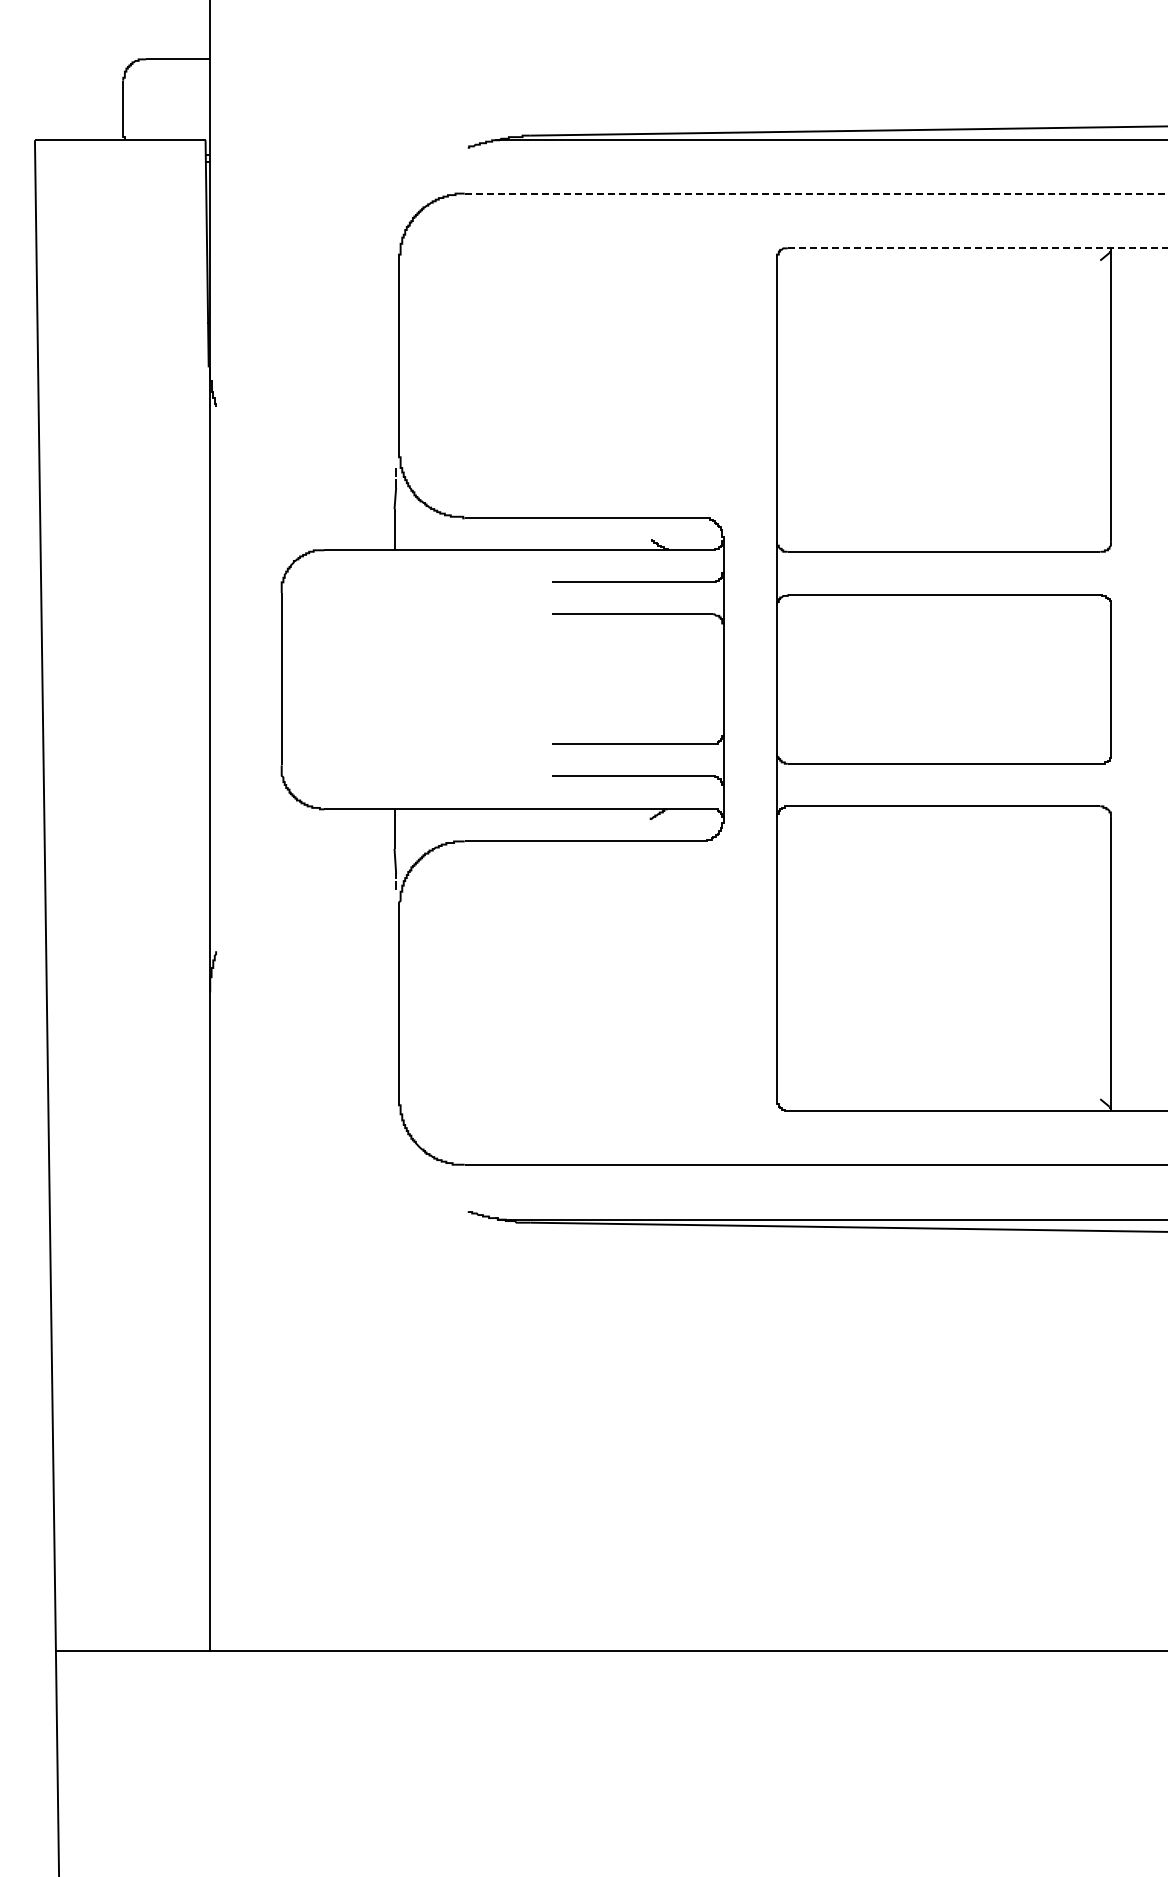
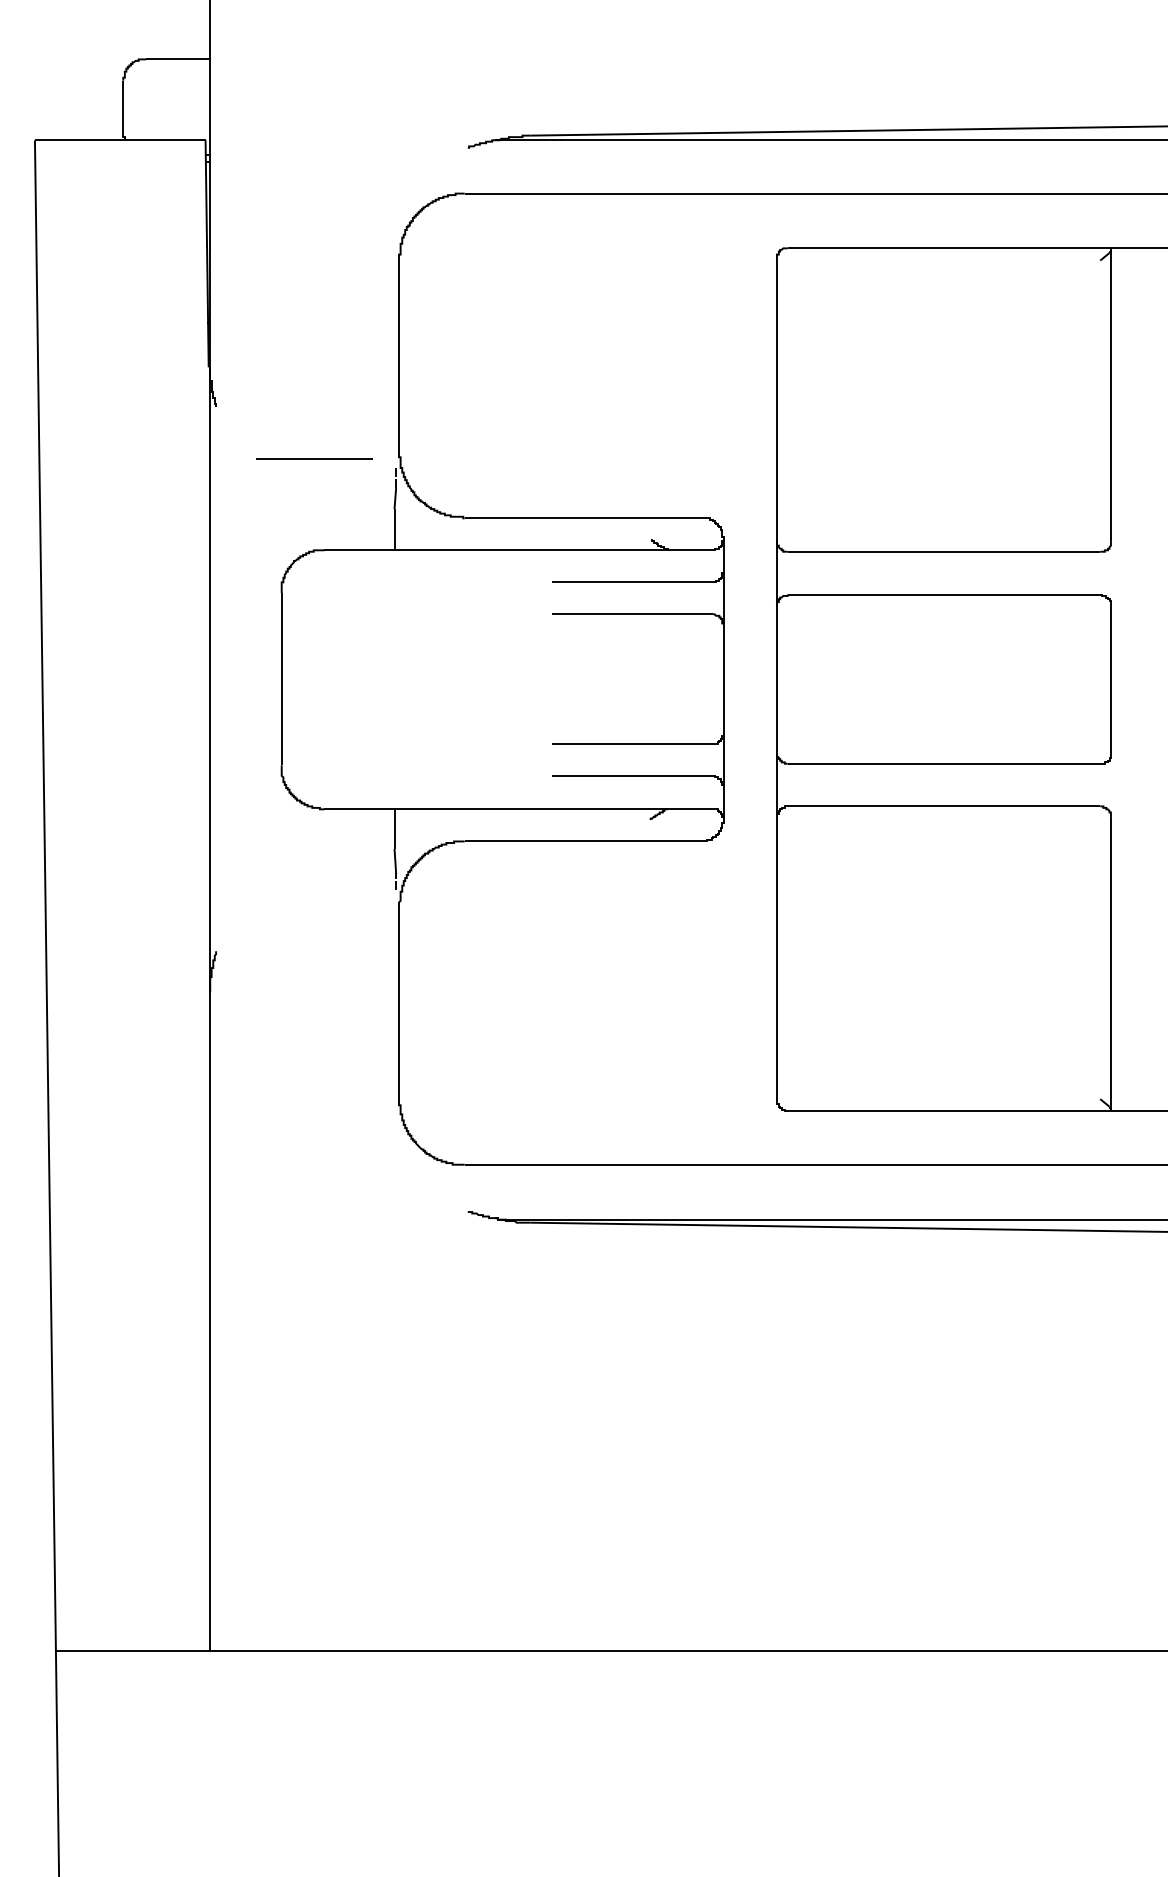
line at (815, 193): dashed -> solid
line at (977, 248): dashed -> solid
line at (314, 458): none -> present
